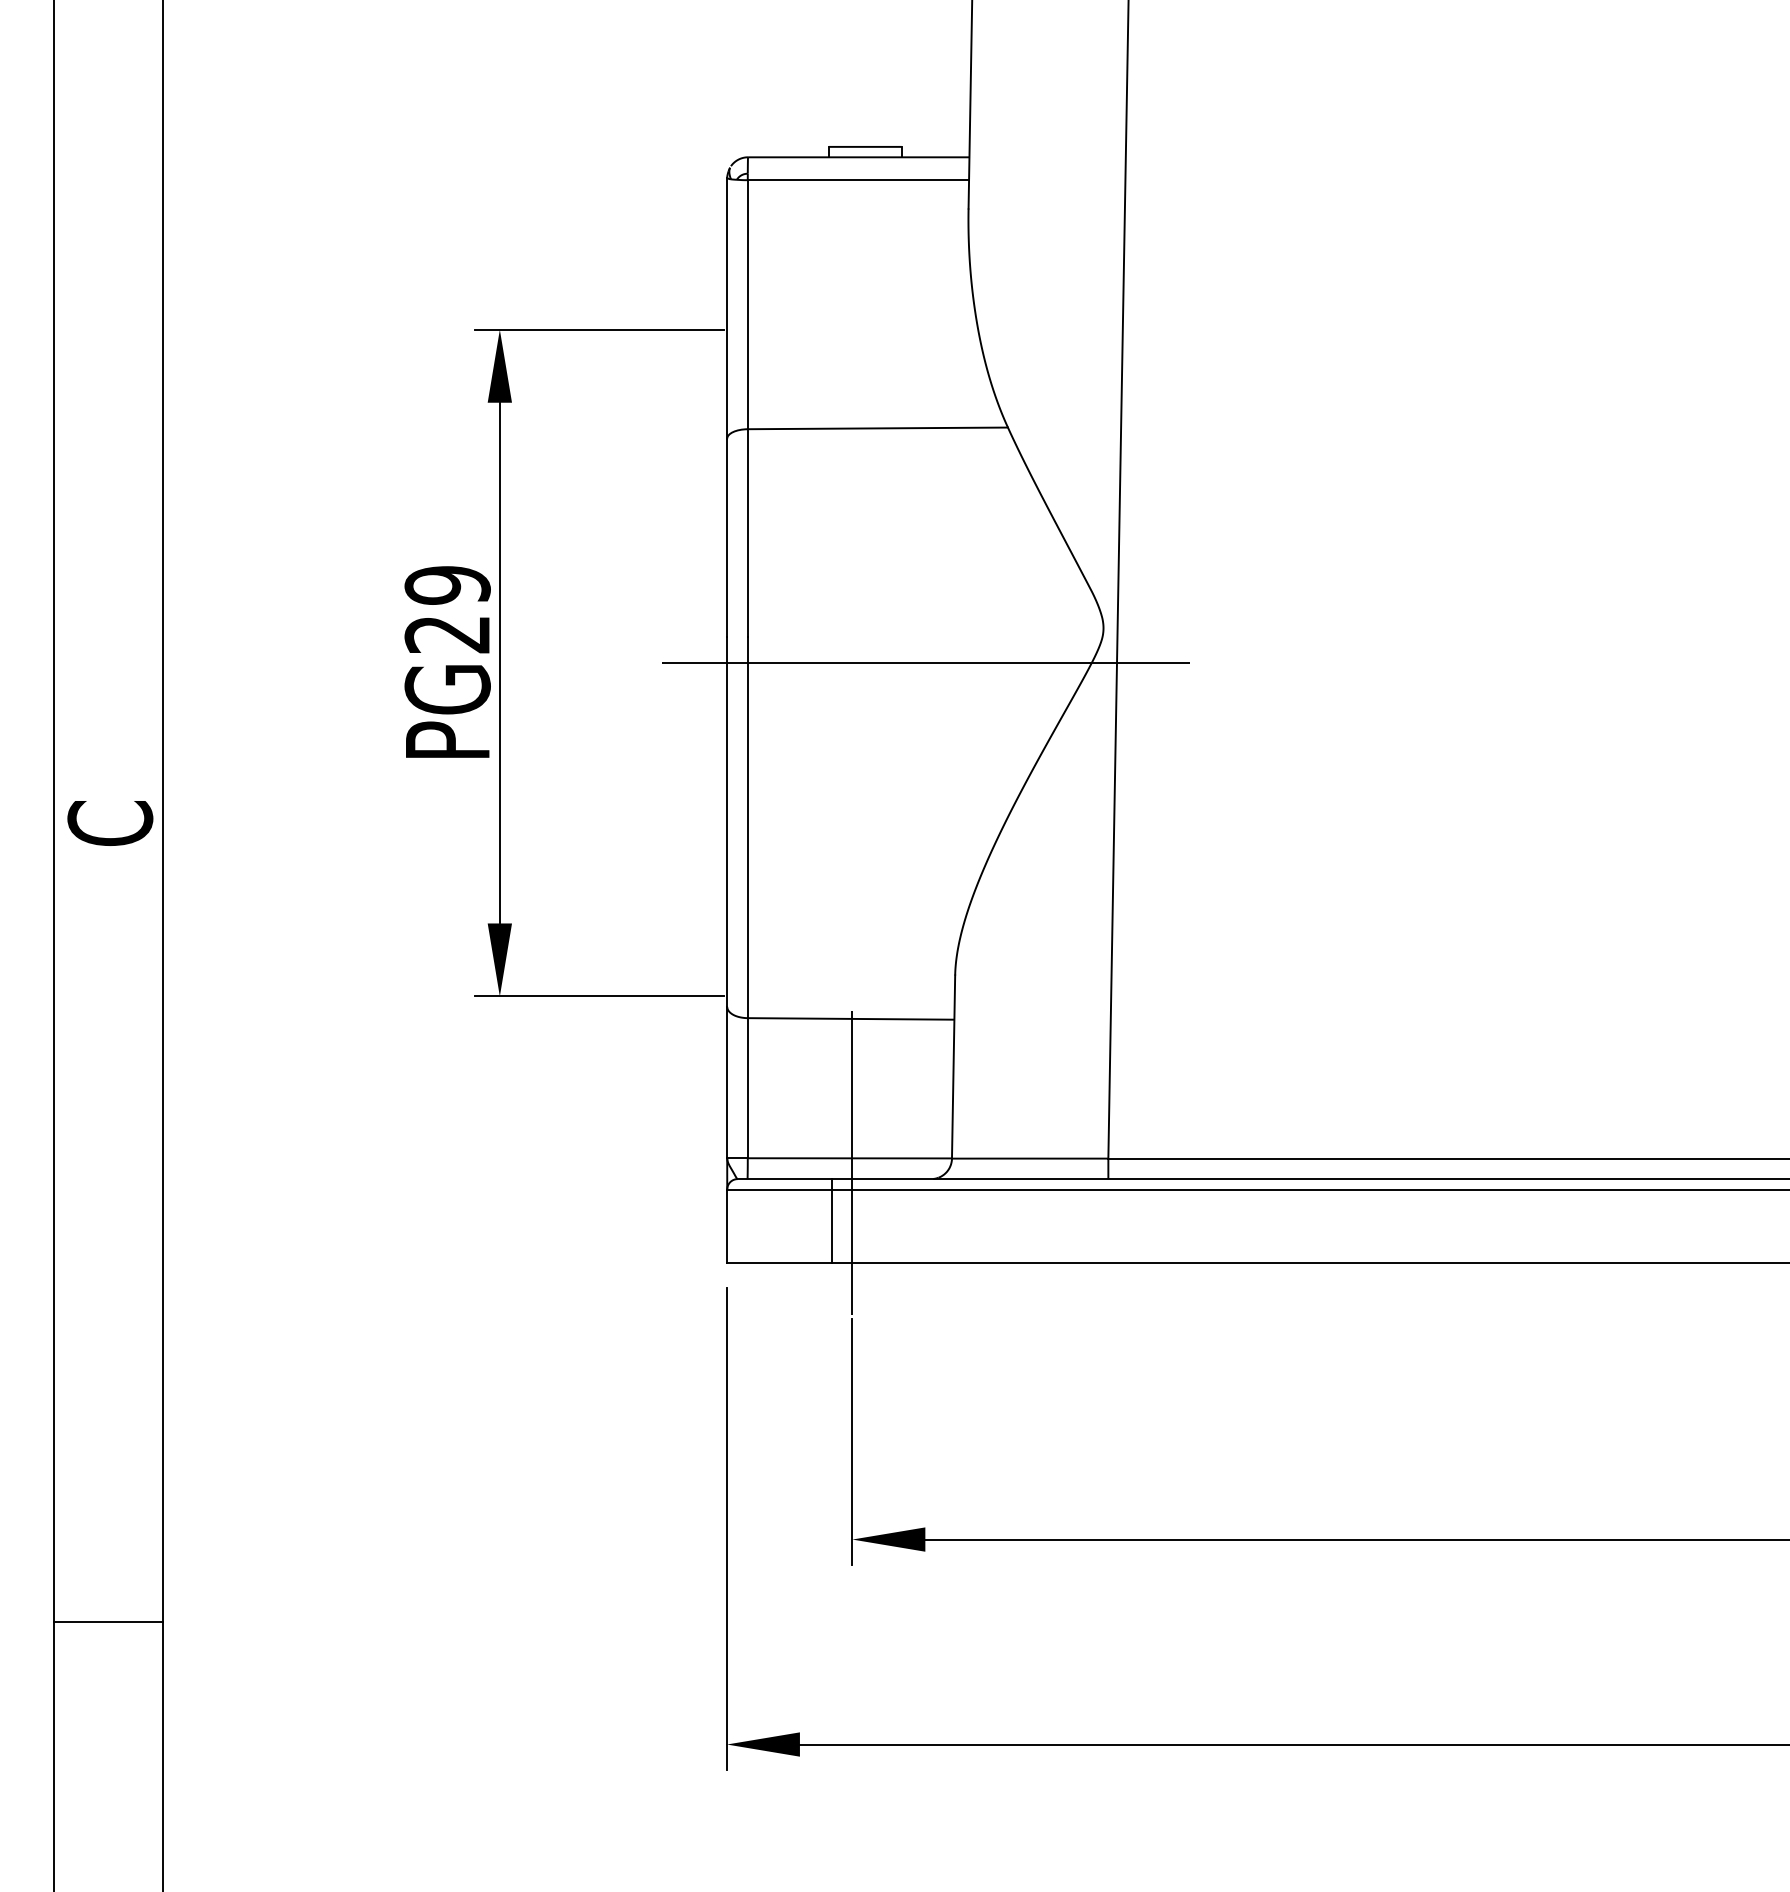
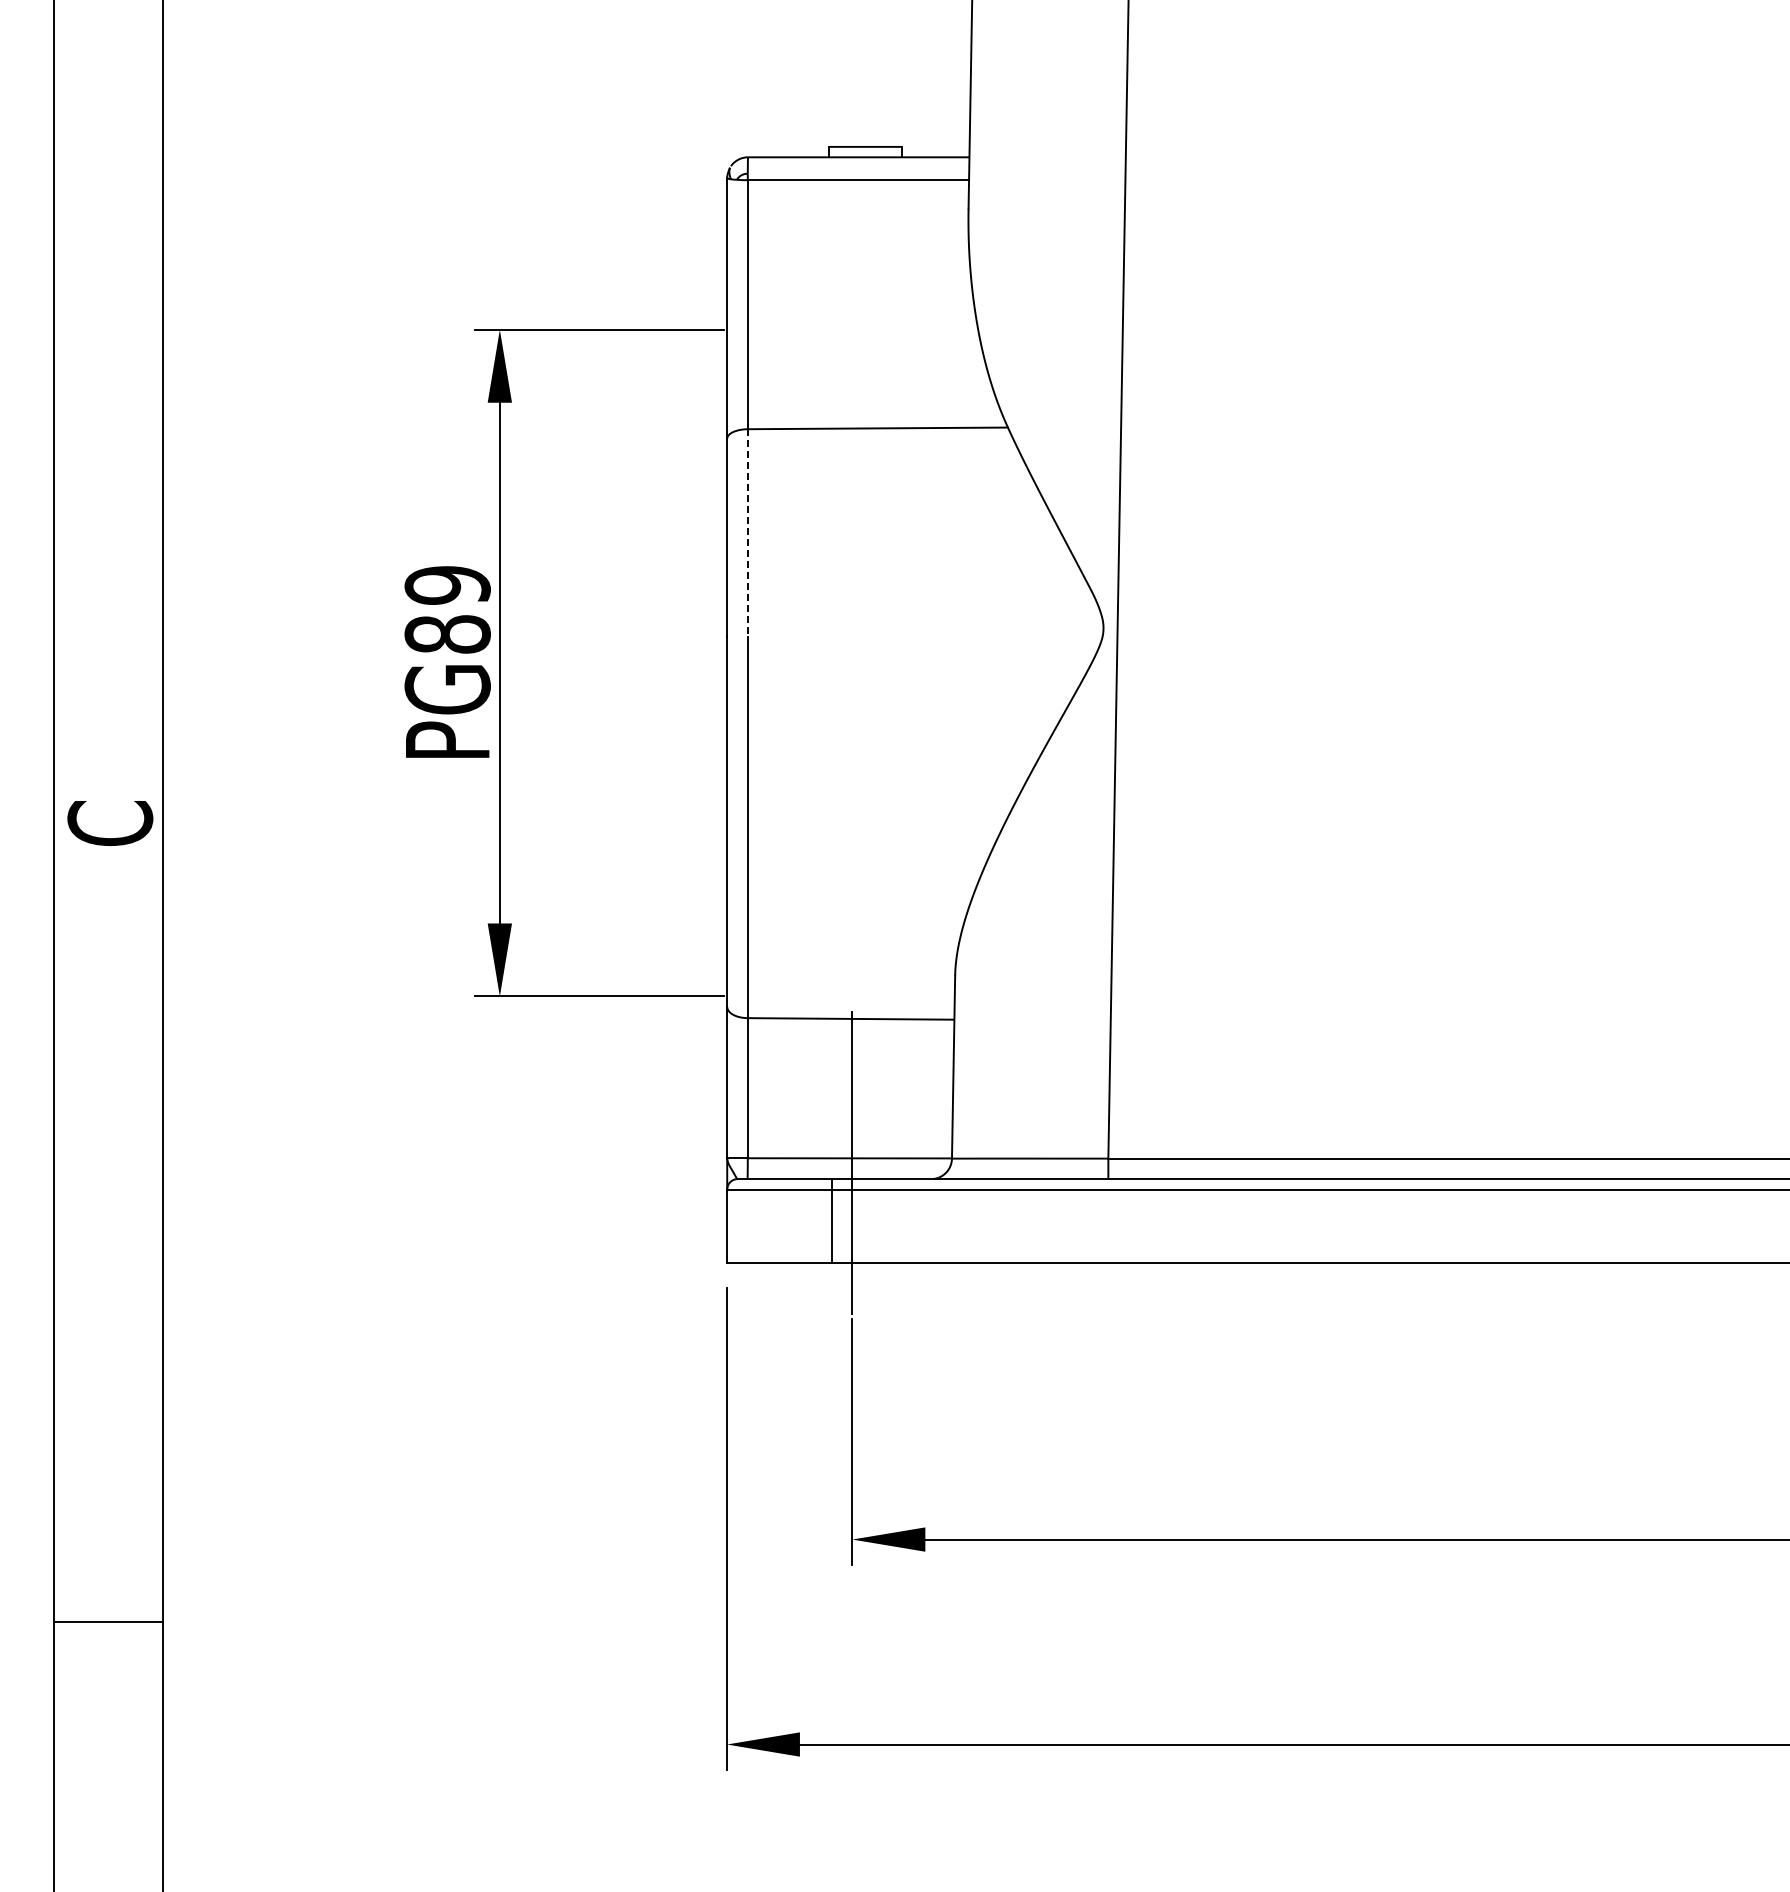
line at (747, 533): solid -> dashed
text at (447, 634): PG29 -> PG89
line at (925, 663): present -> none
